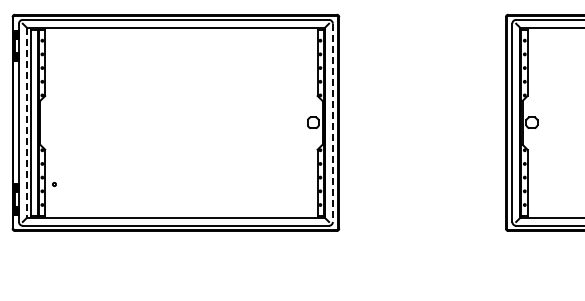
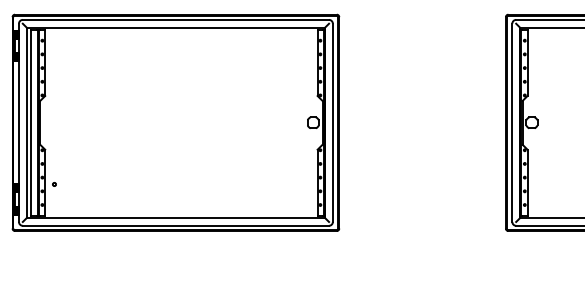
line at (26, 123): dashed -> solid
line at (332, 123): dashed -> solid
